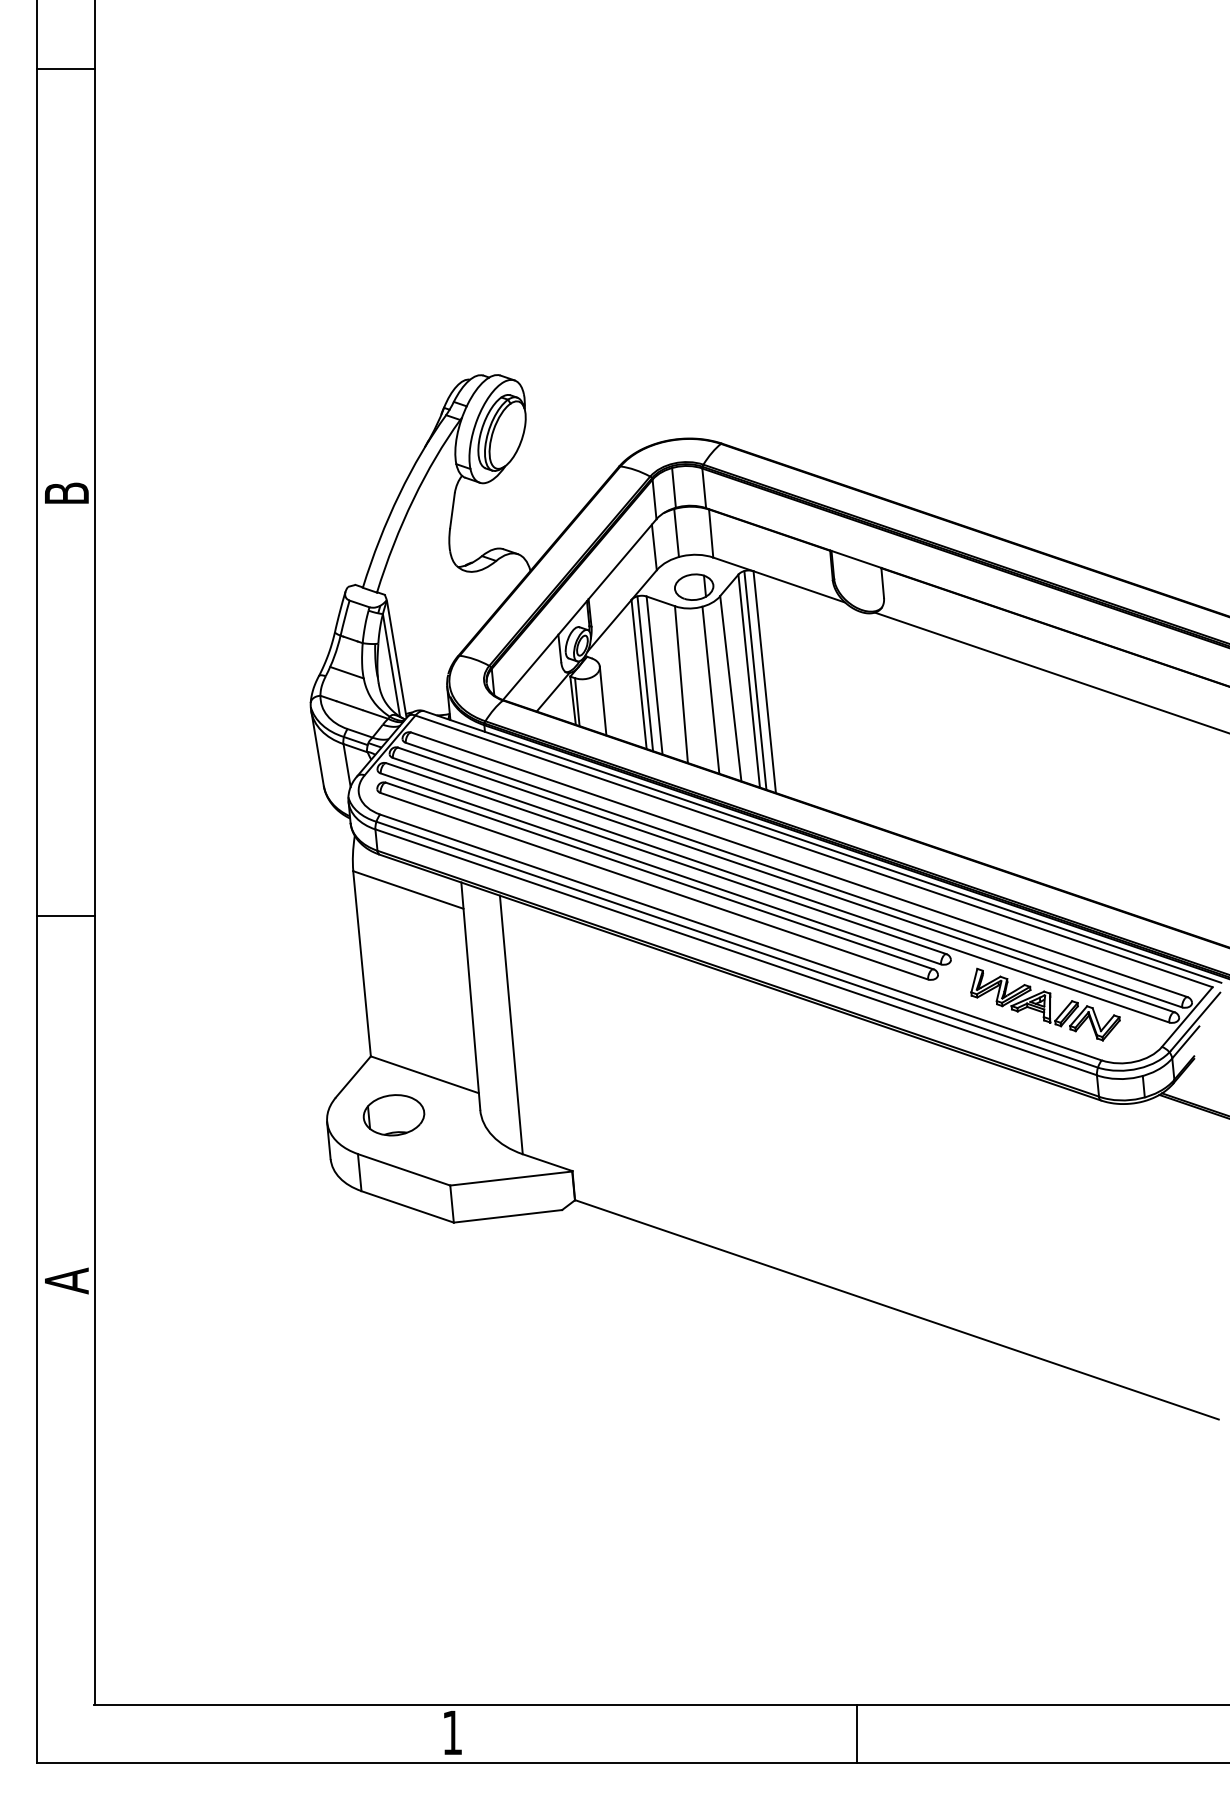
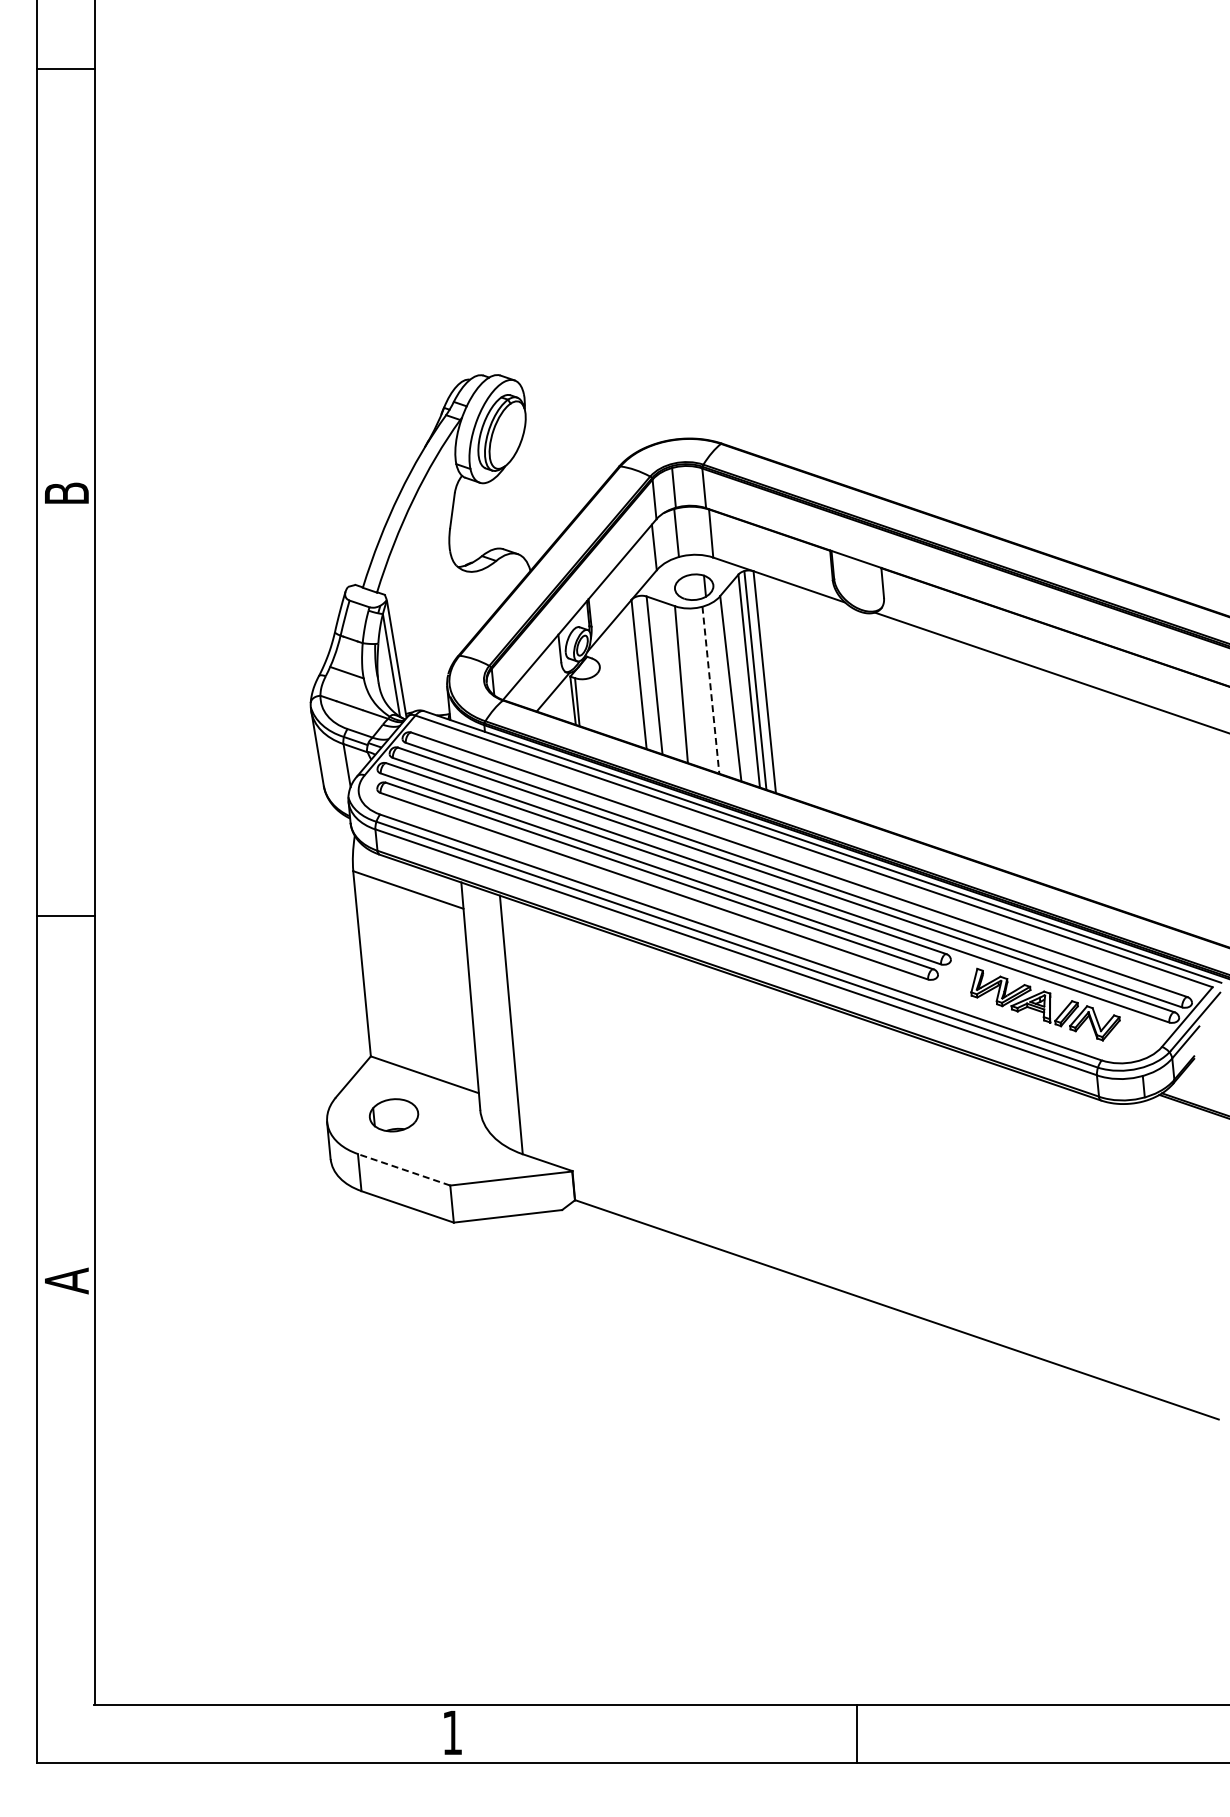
line at (645, 673): present -> none
line at (710, 690): solid -> dashed
line at (602, 700): present -> none
part at (393, 1115) size: 64x43 px -> 51x35 px
line at (404, 1169): solid -> dashed
